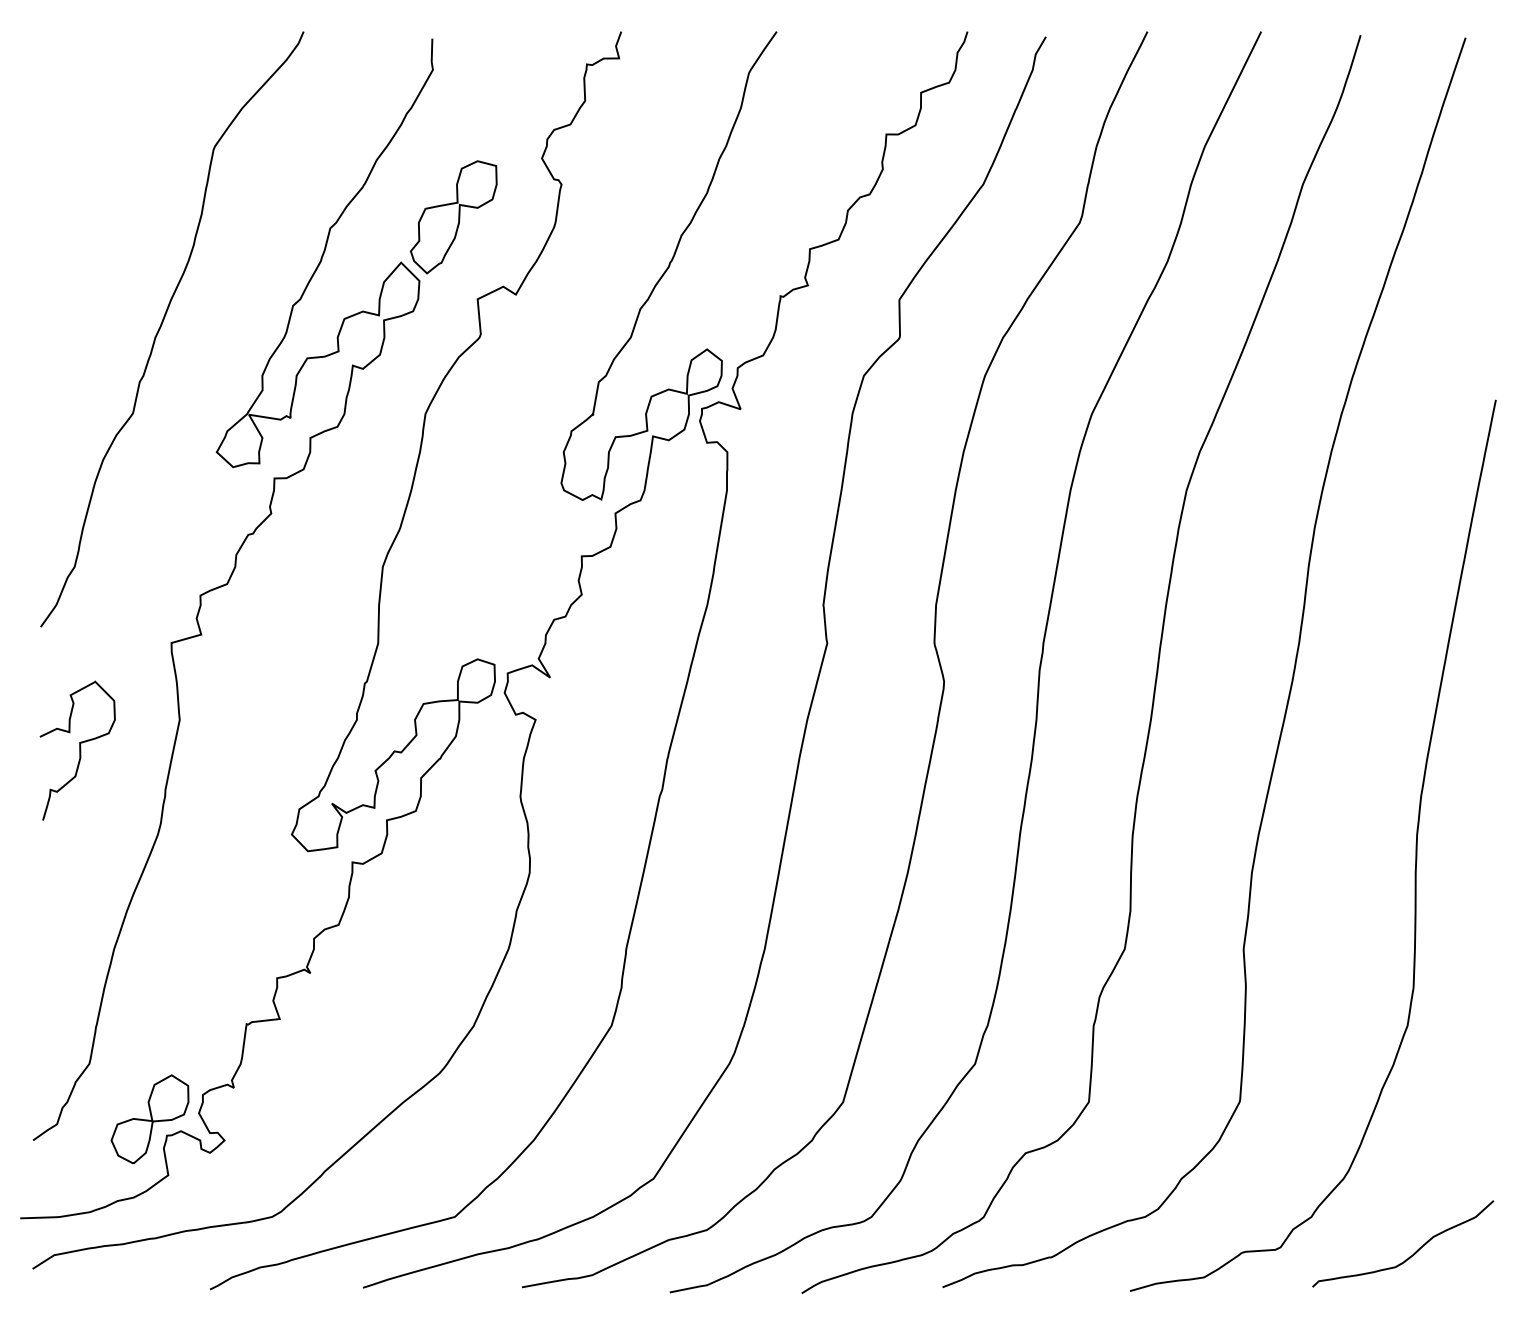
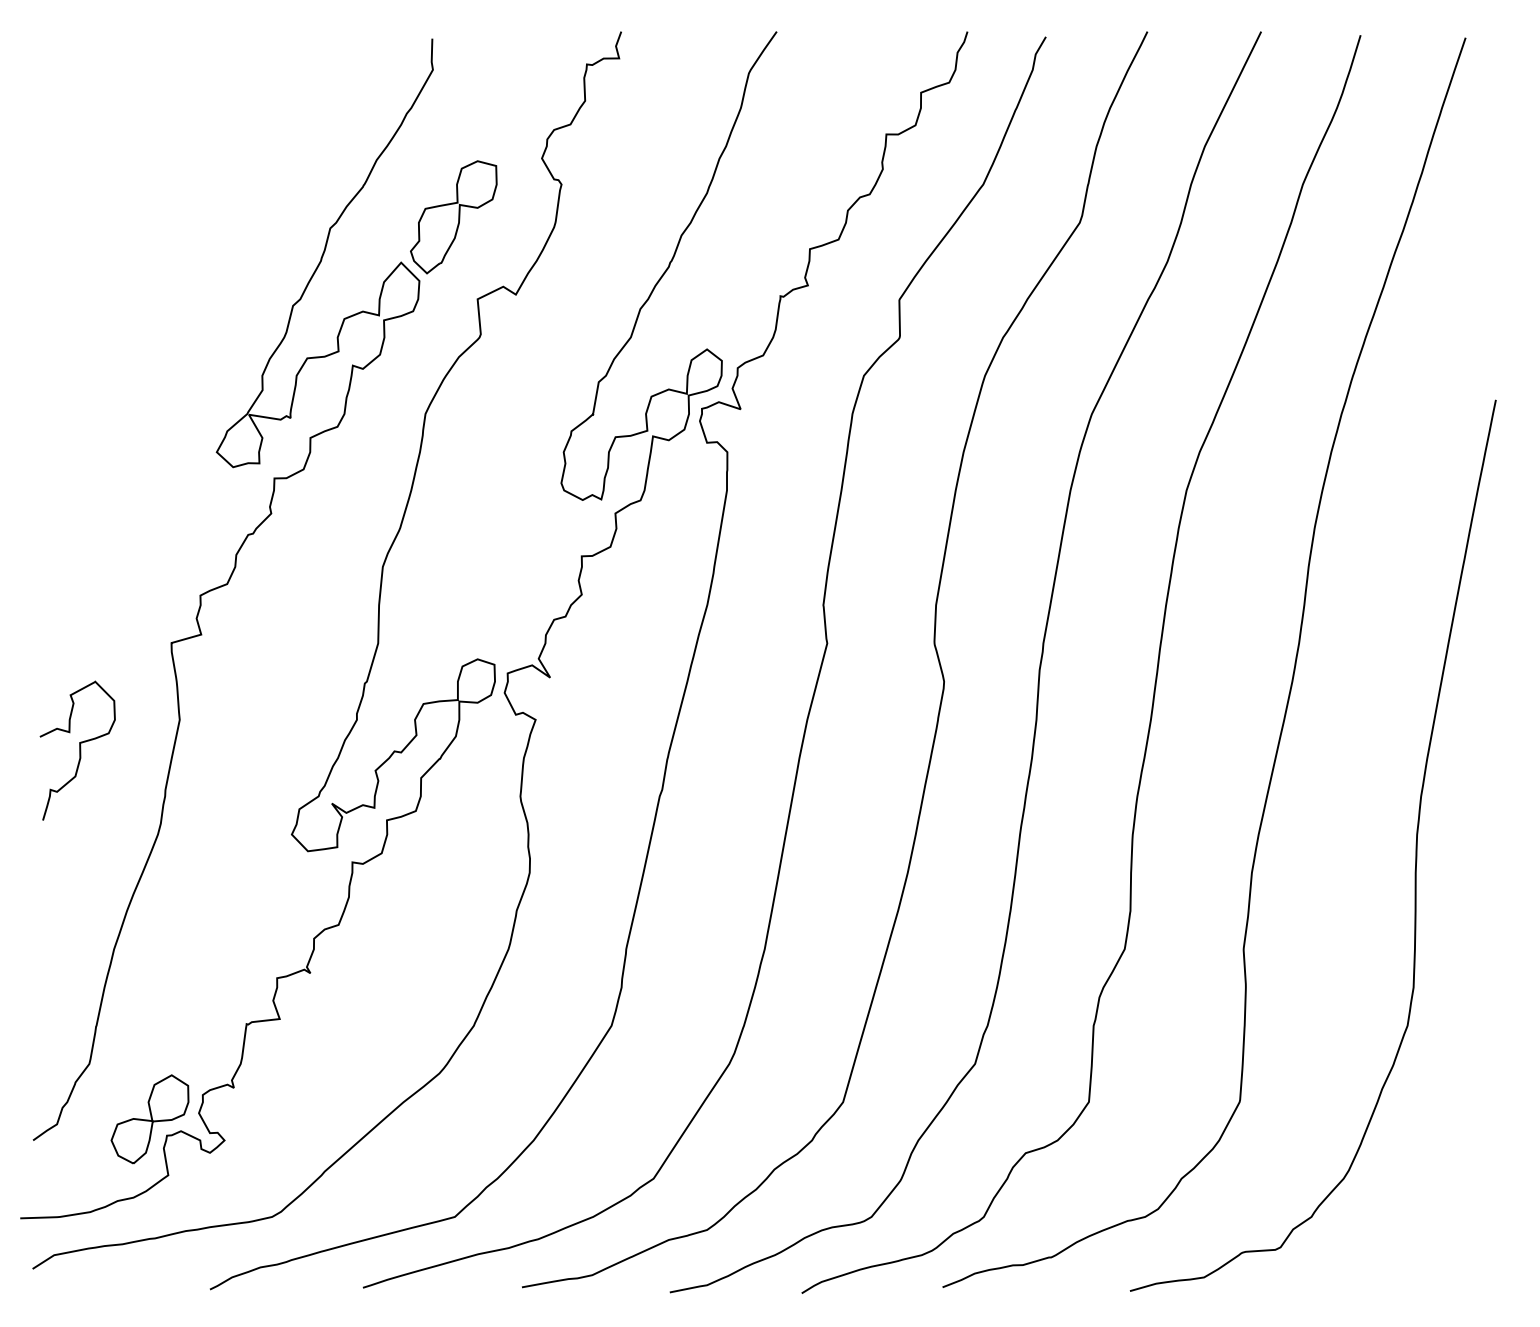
curve at (162, 324): present -> none
curve at (1413, 1253): present -> none
